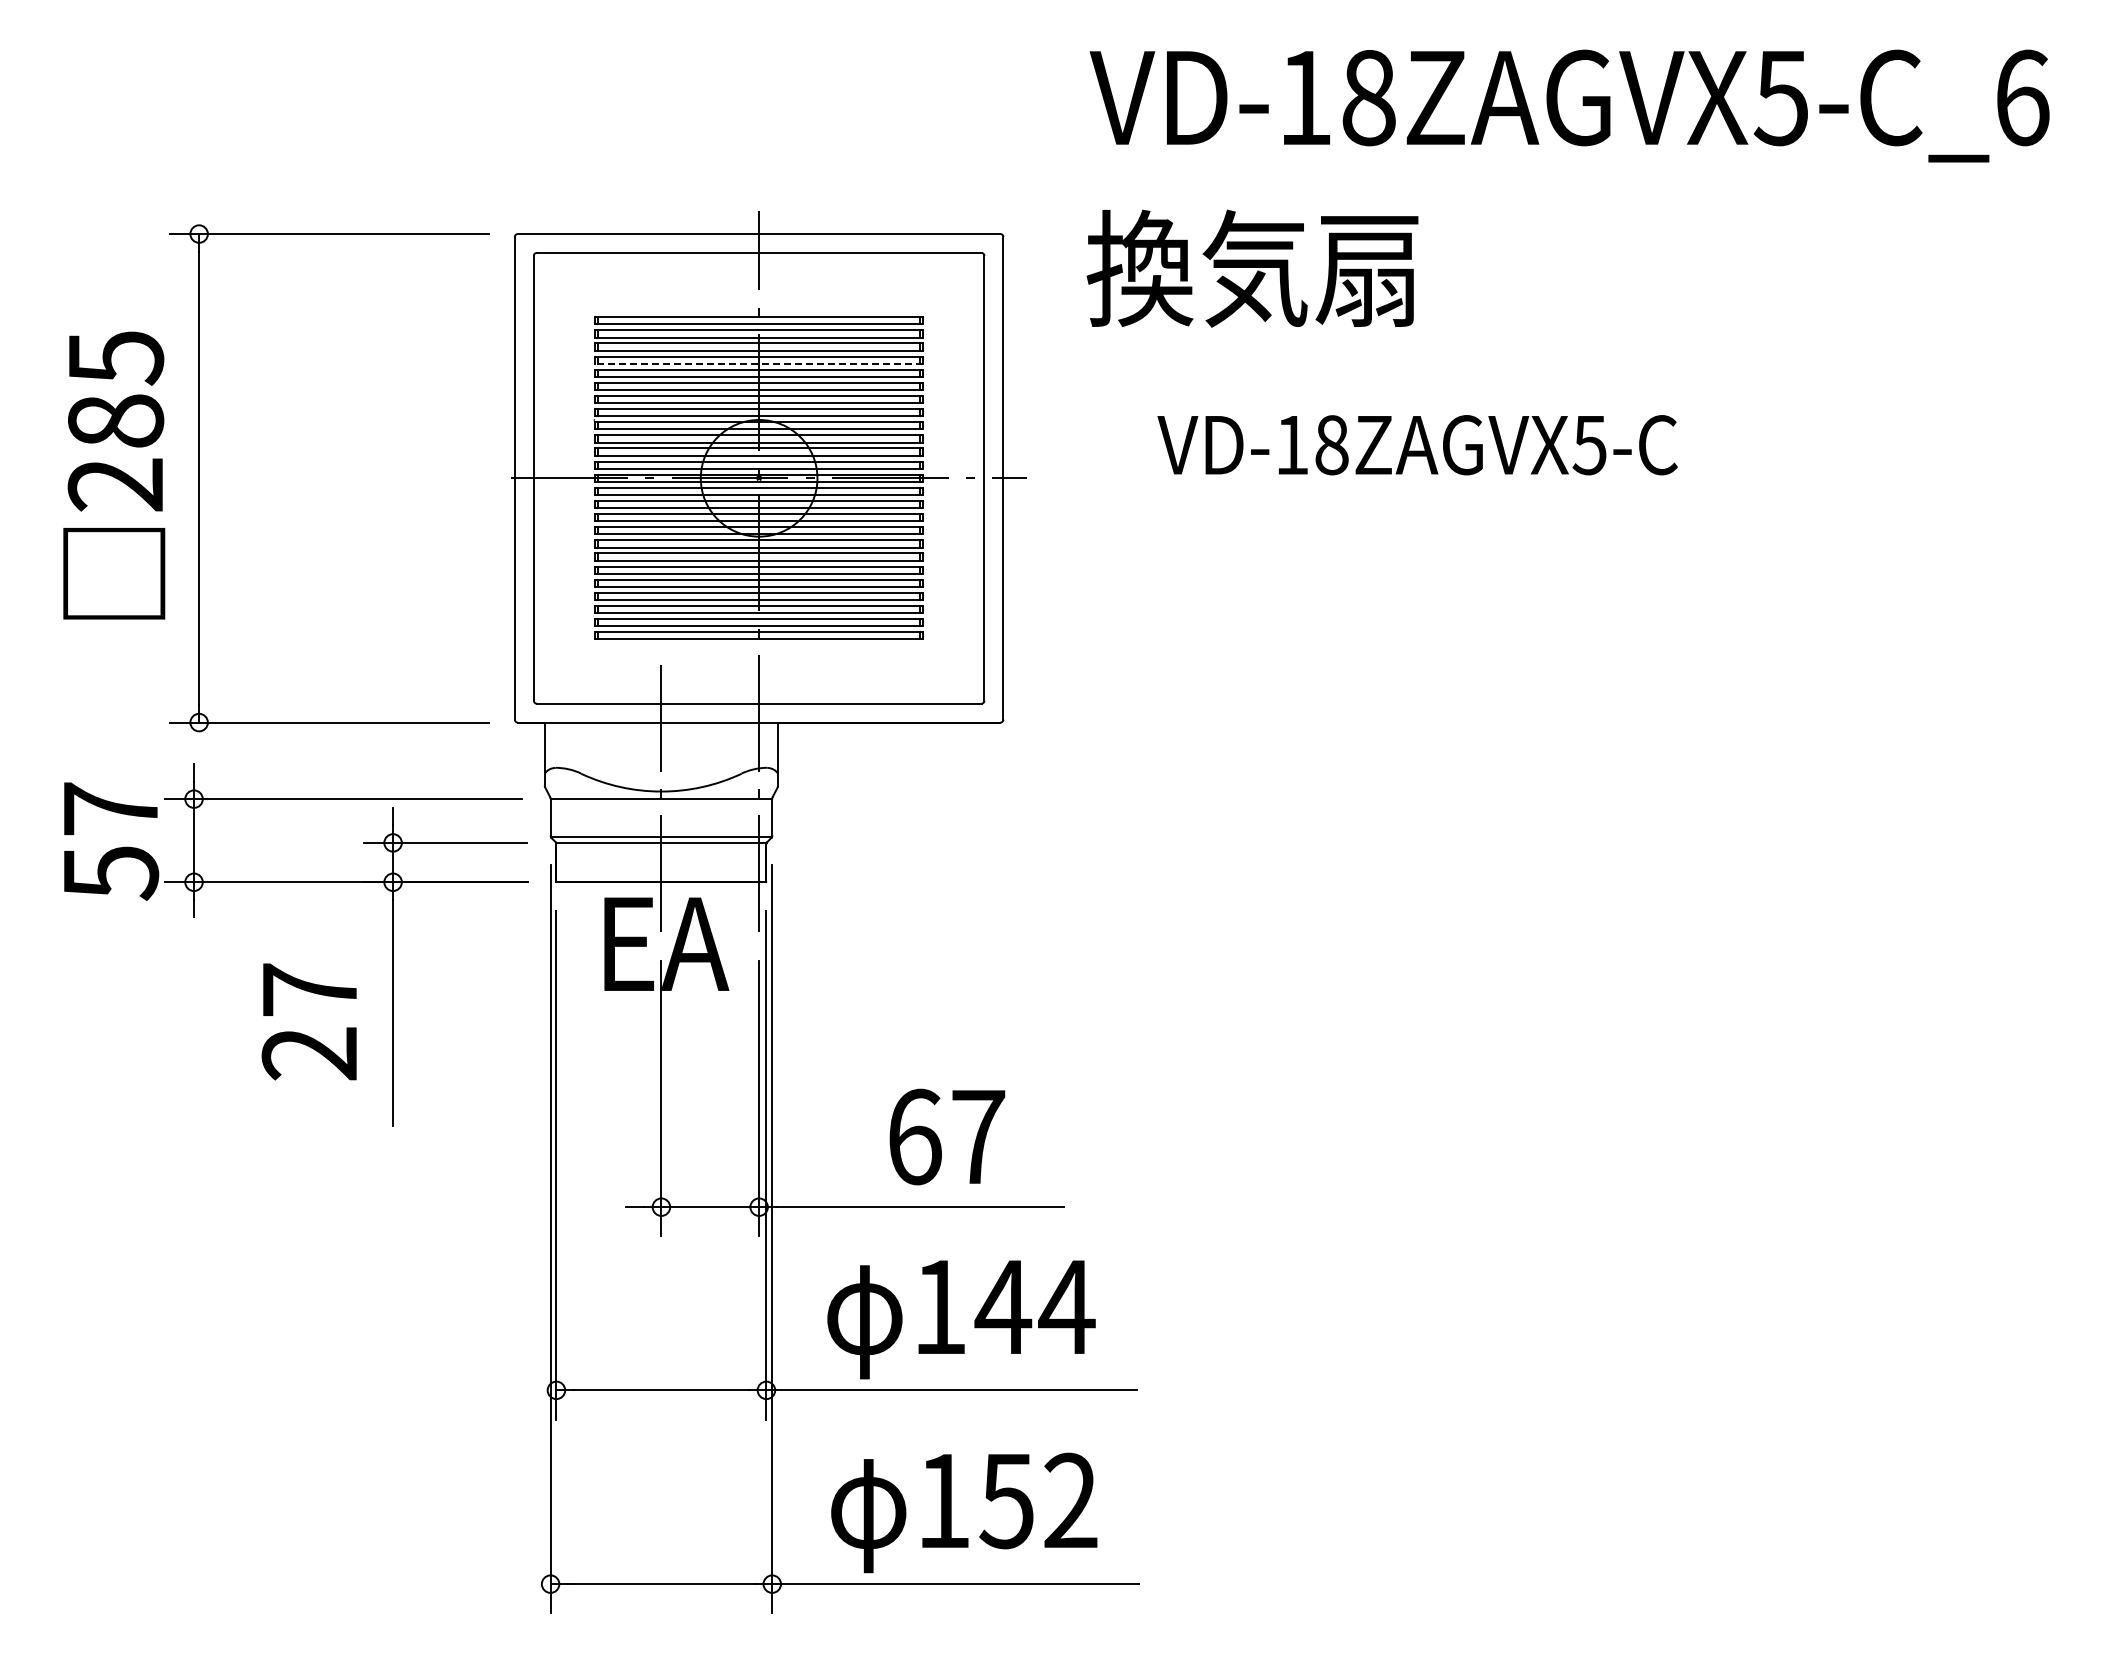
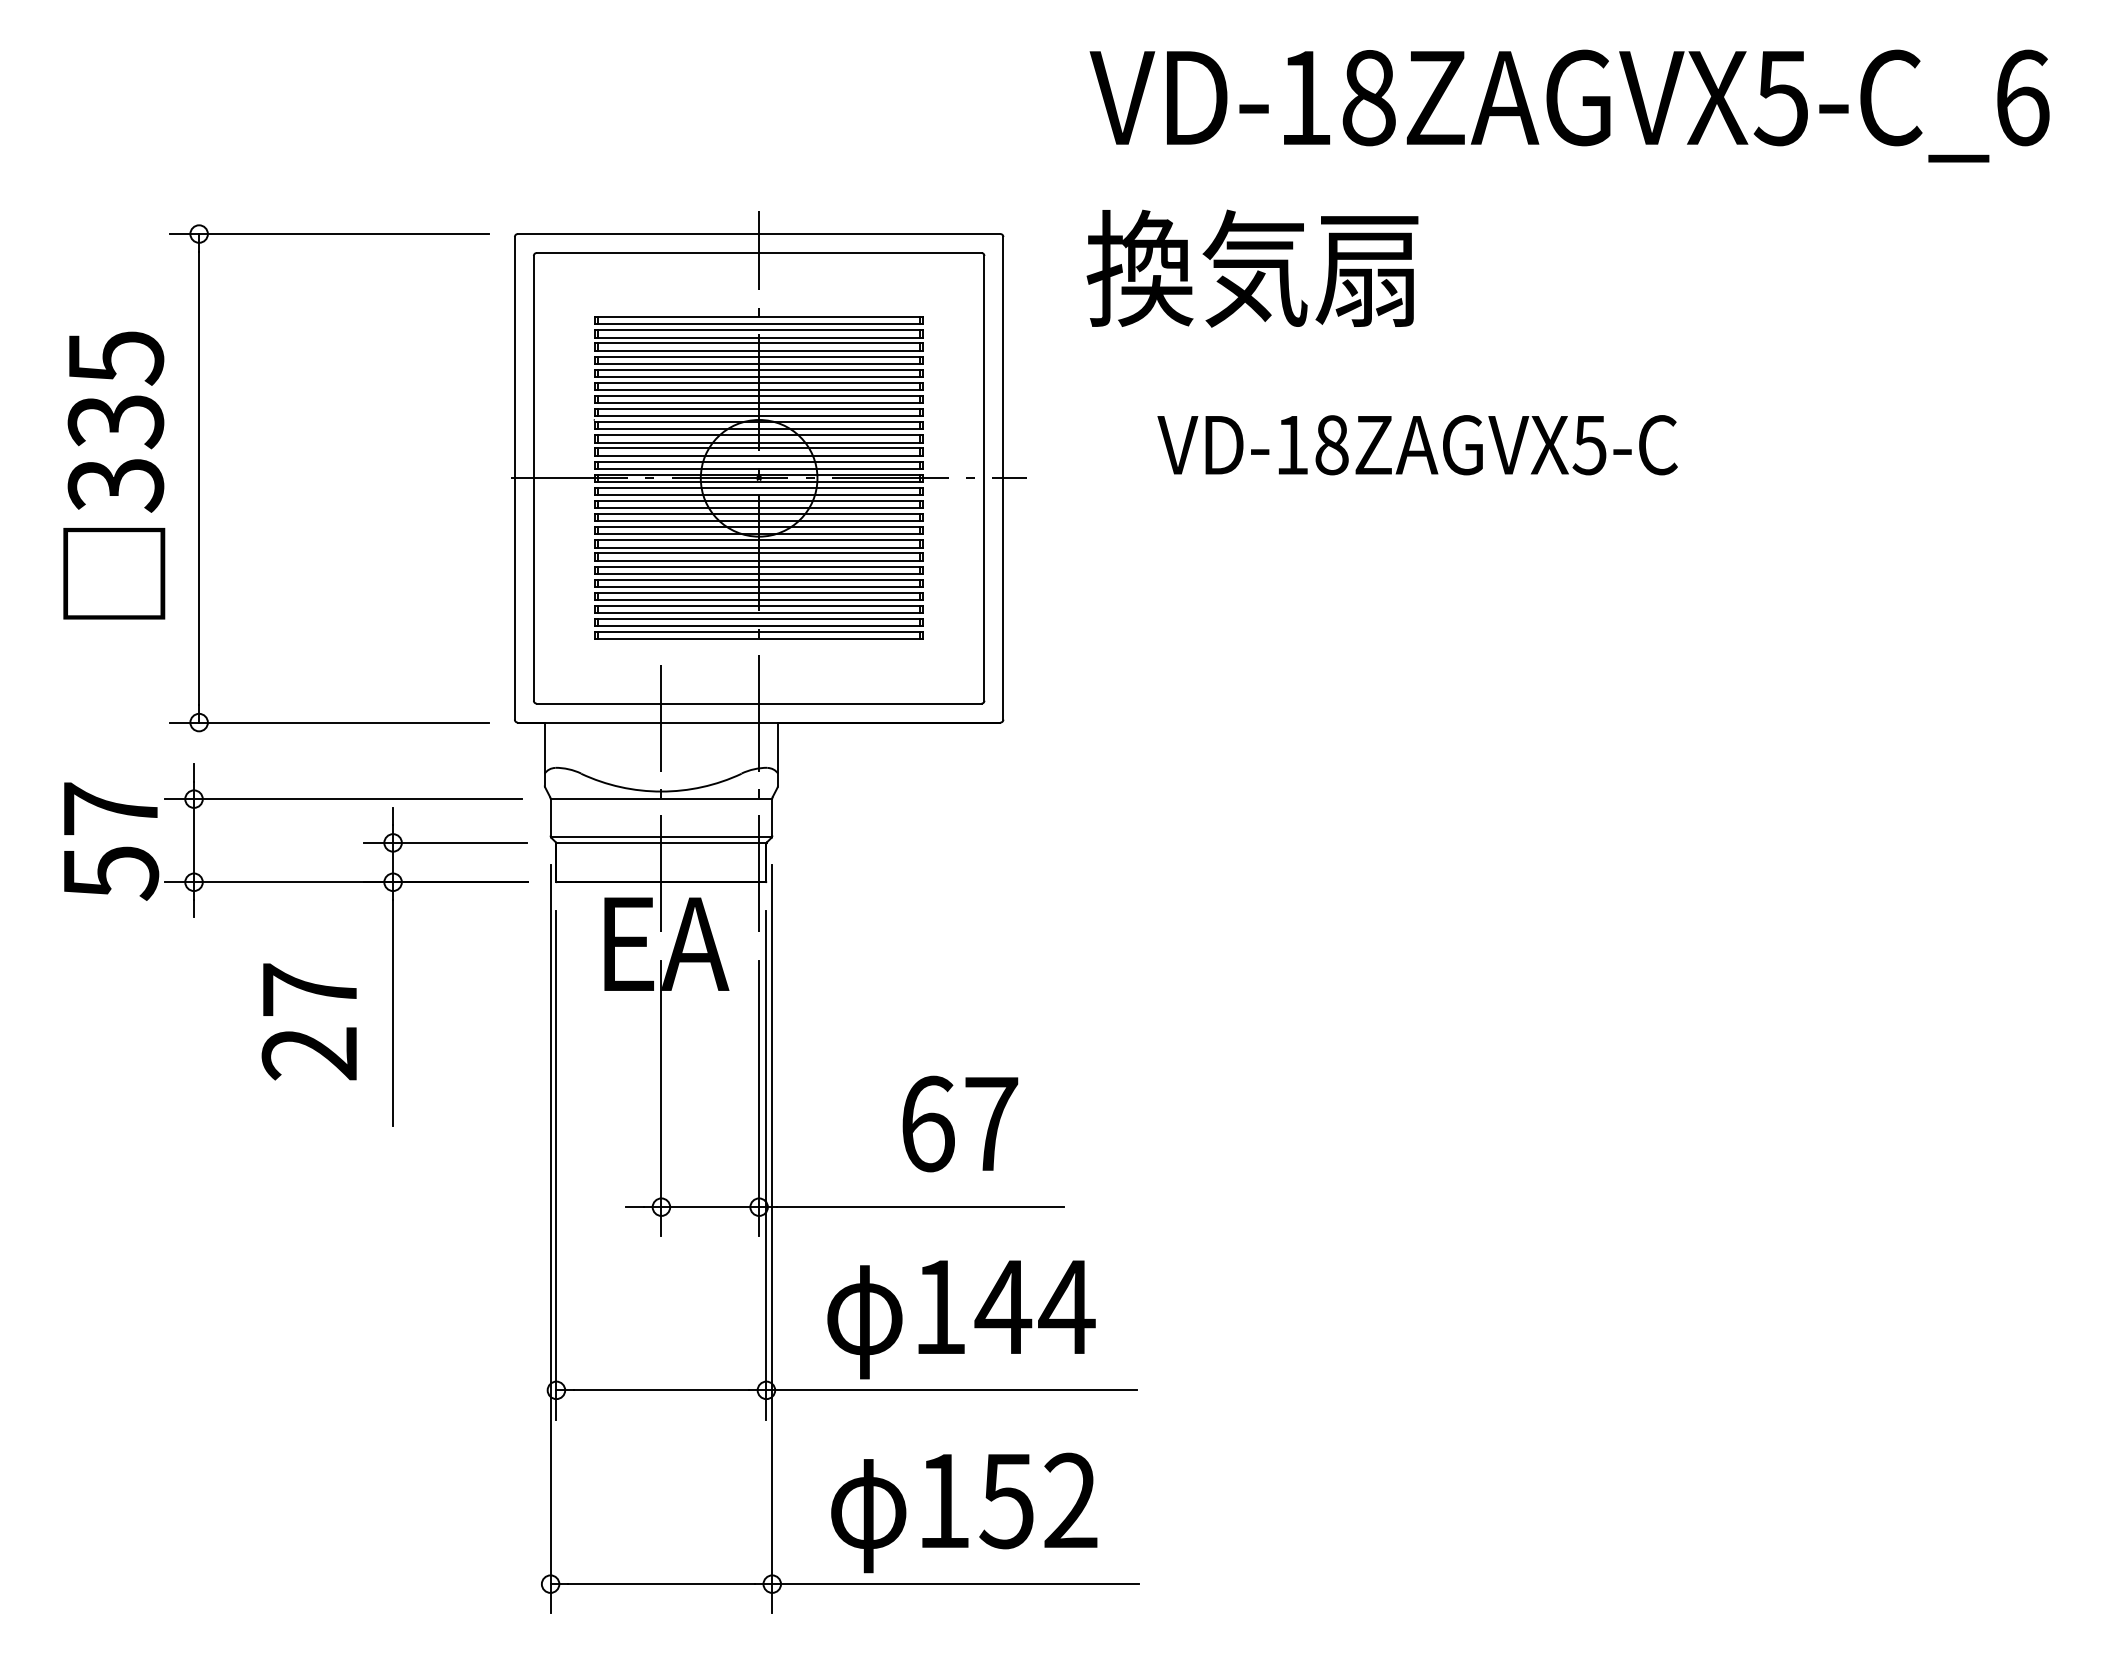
line at (758, 363): dashed -> solid
text at (115, 453): 285 -> 335
text at (947, 1136) position: (947, 1136) -> (960, 1123)
